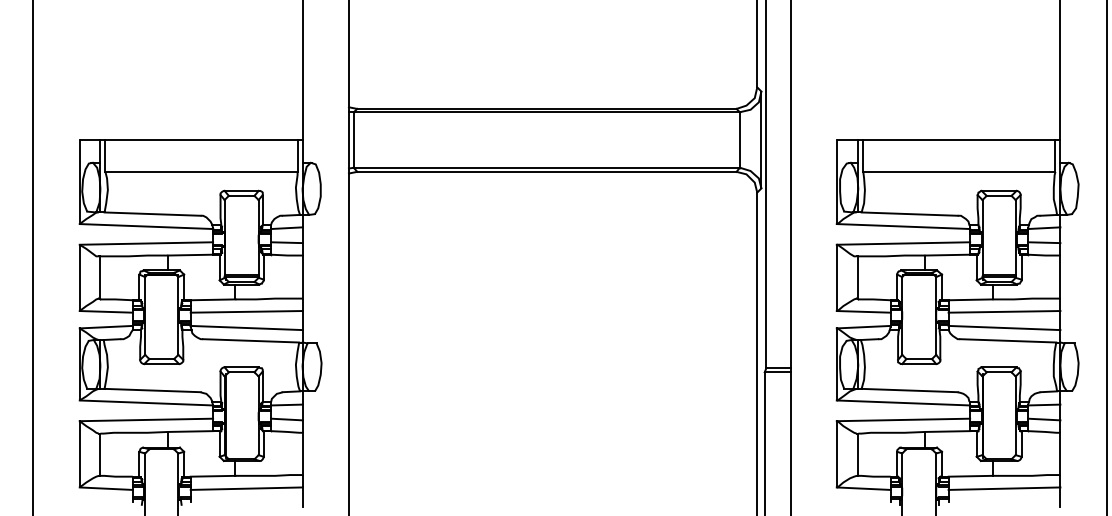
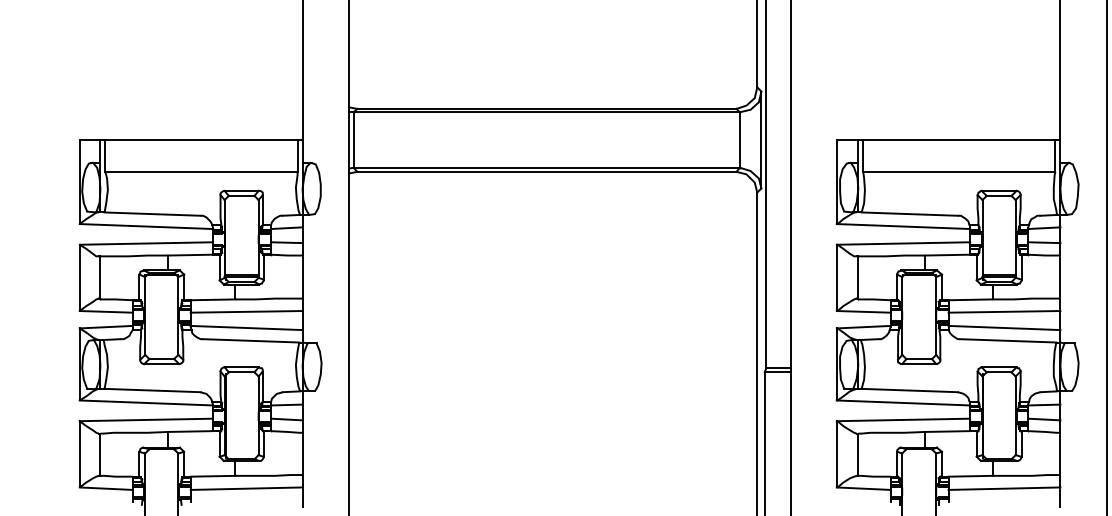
line at (33, 257): present -> none
